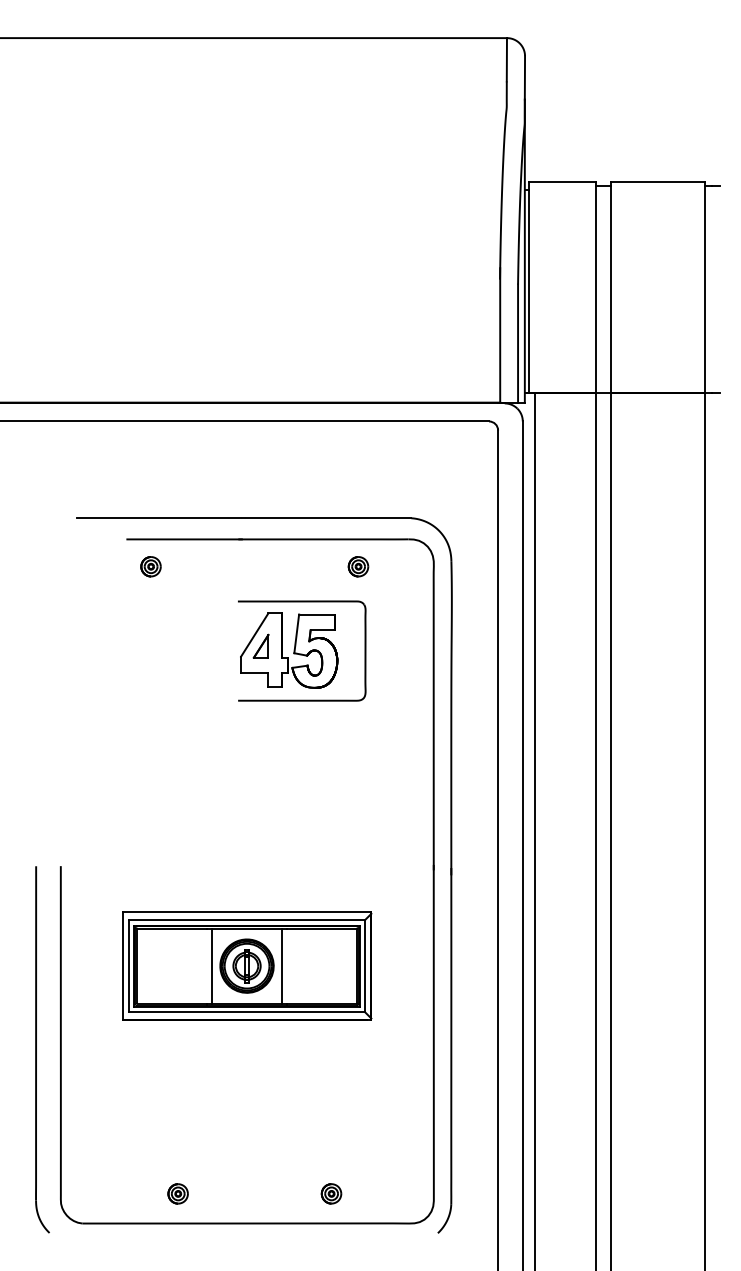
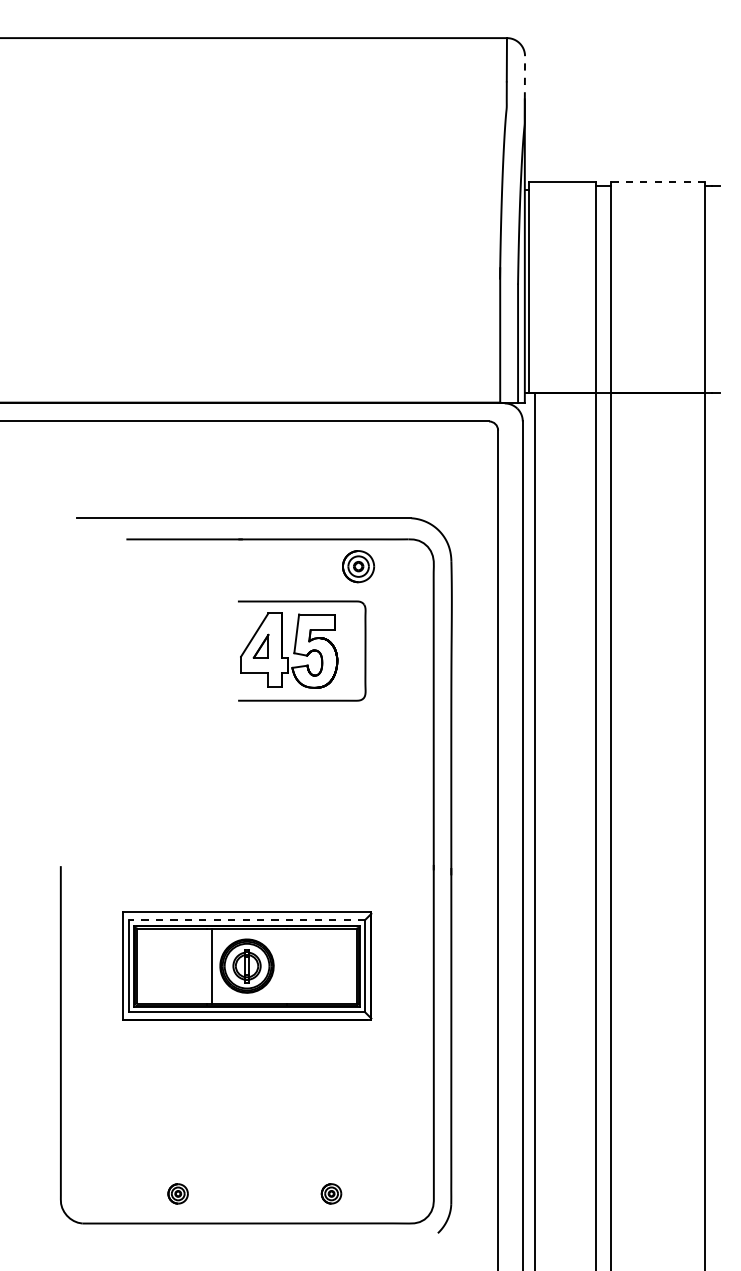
line at (524, 77): solid -> dashed
line at (657, 181): solid -> dashed
part at (150, 566): present -> none
part at (358, 566) size: 23x22 px -> 34x34 px
line at (246, 919): solid -> dashed
line at (282, 965): present -> none
part at (42, 1049): present -> none
